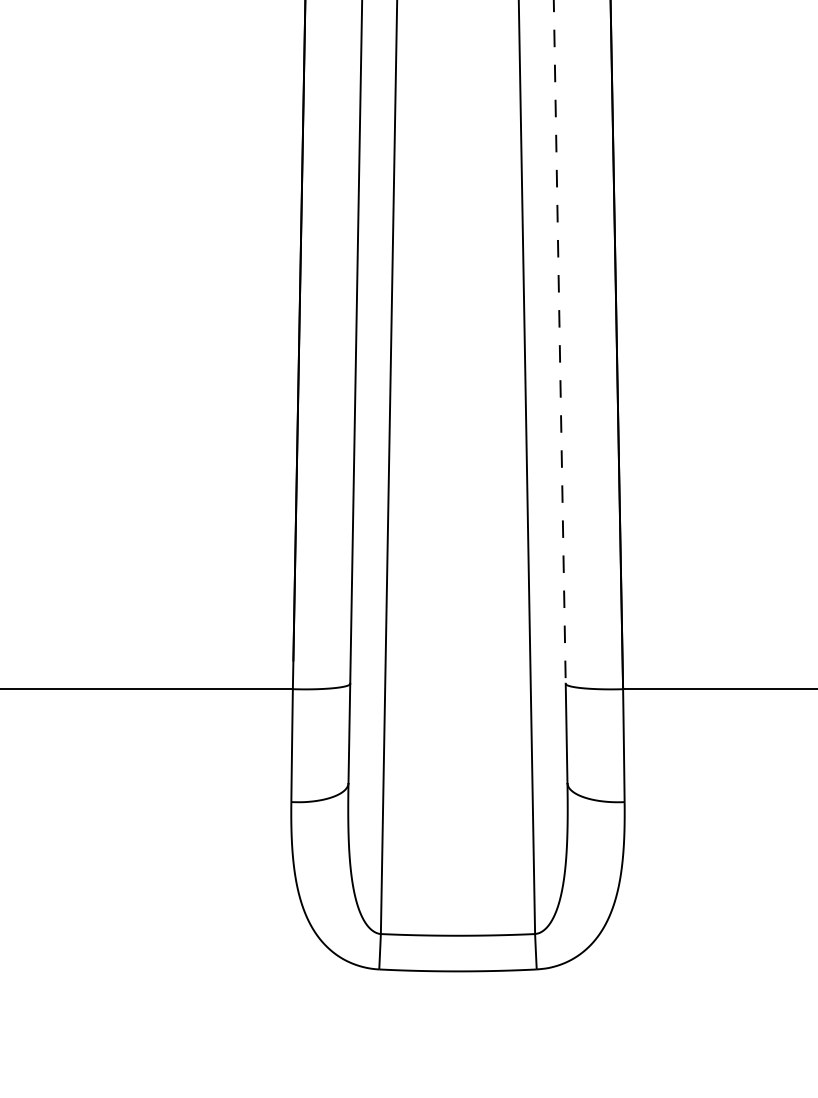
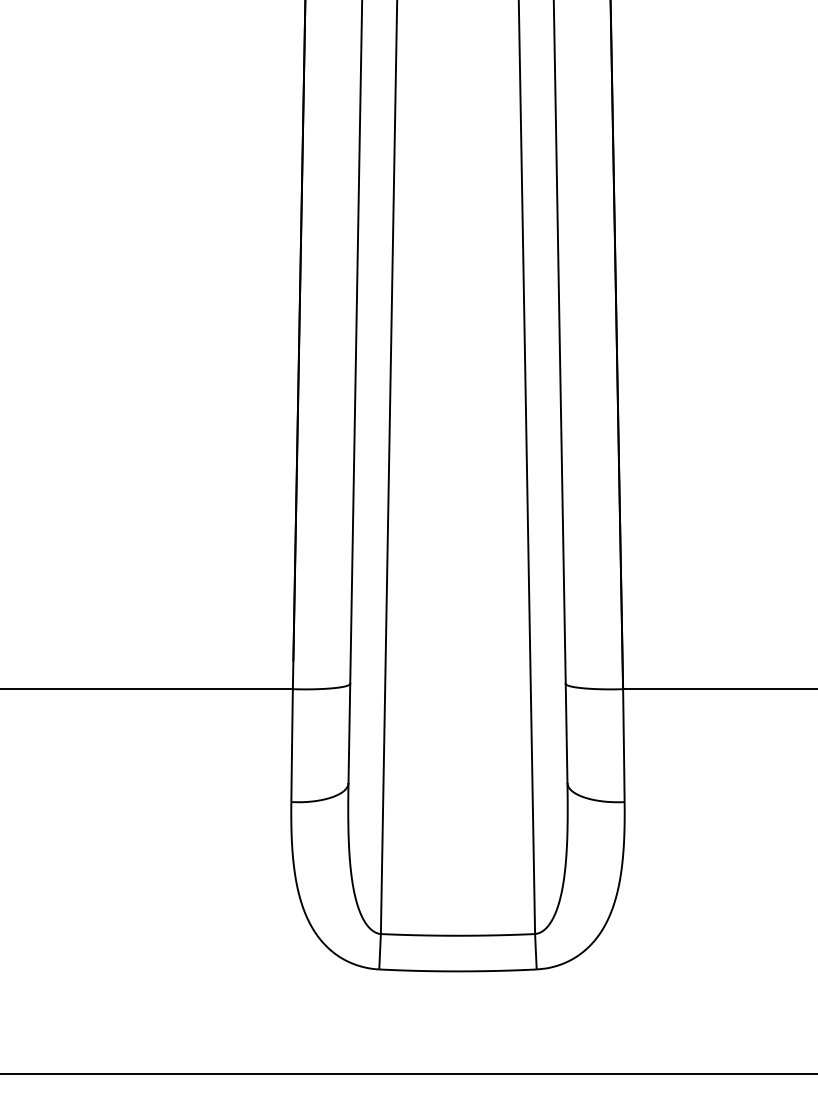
line at (559, 342): dashed -> solid
line at (408, 1074): none -> present
